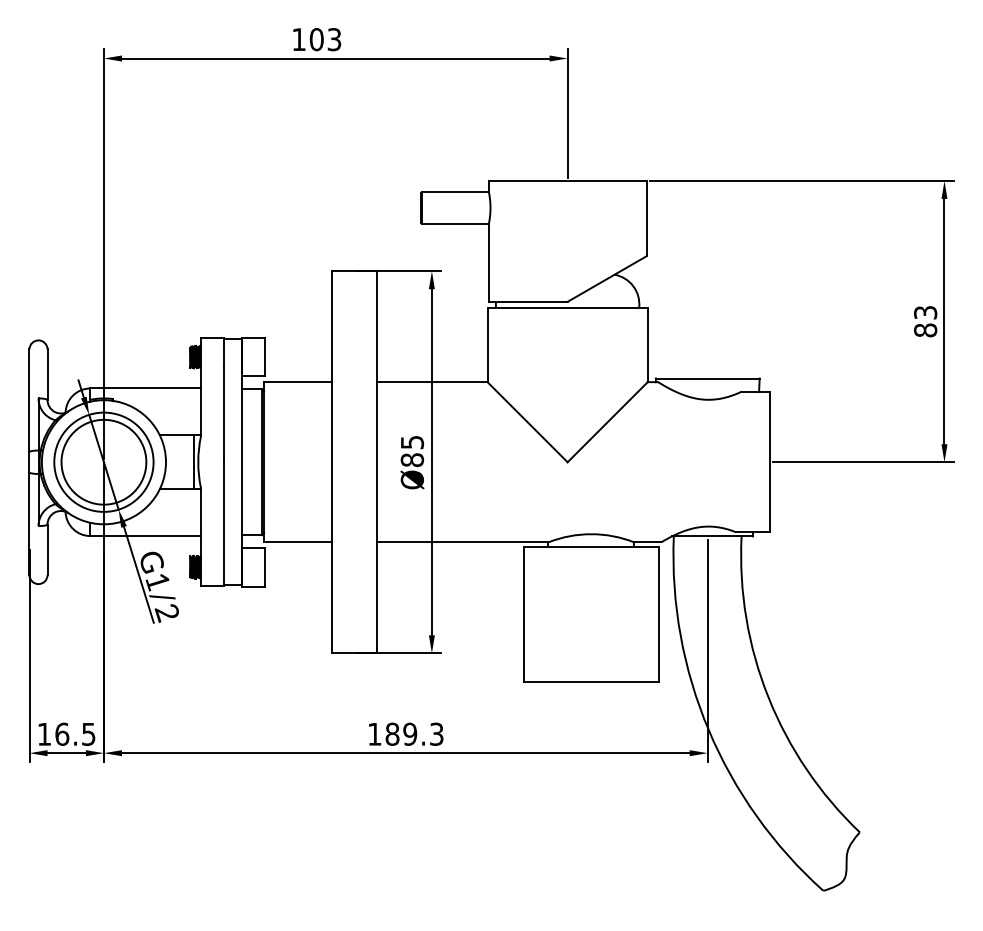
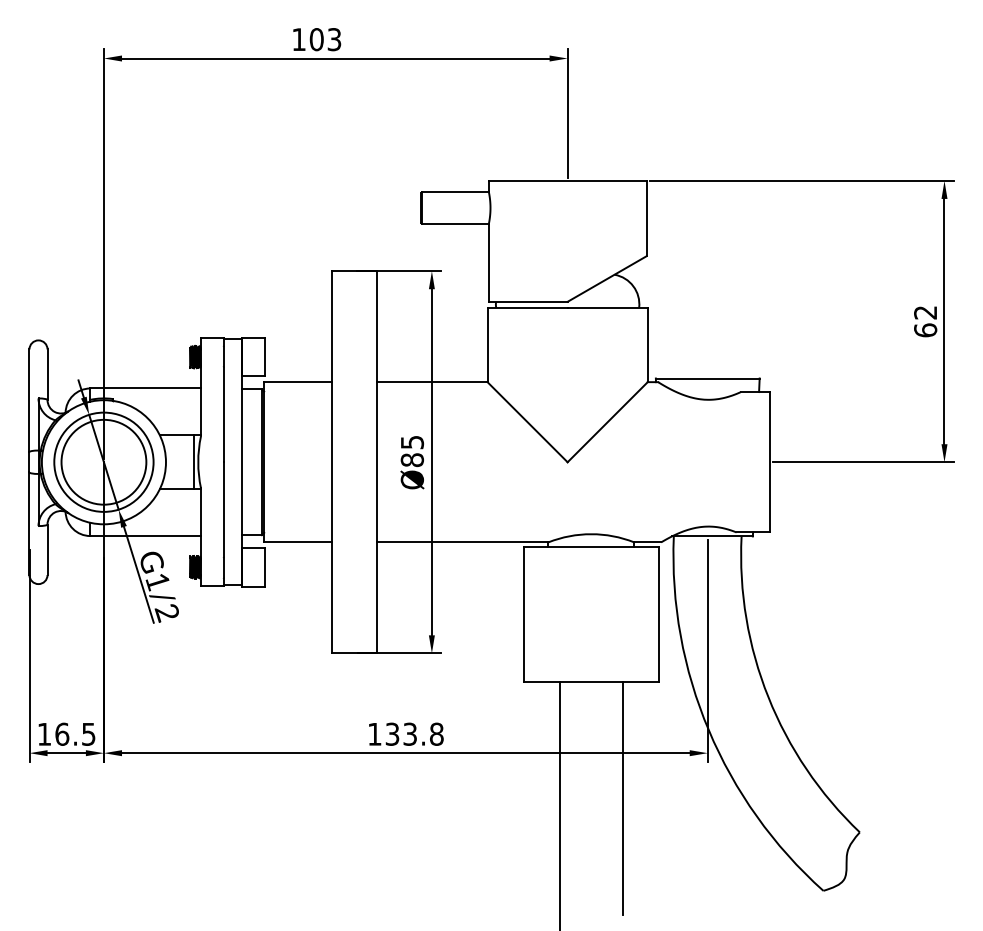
text at (925, 321): 83 -> 62
text at (414, 733): 189.3 -> 133.8
line at (622, 798): none -> present
line at (559, 804): none -> present
